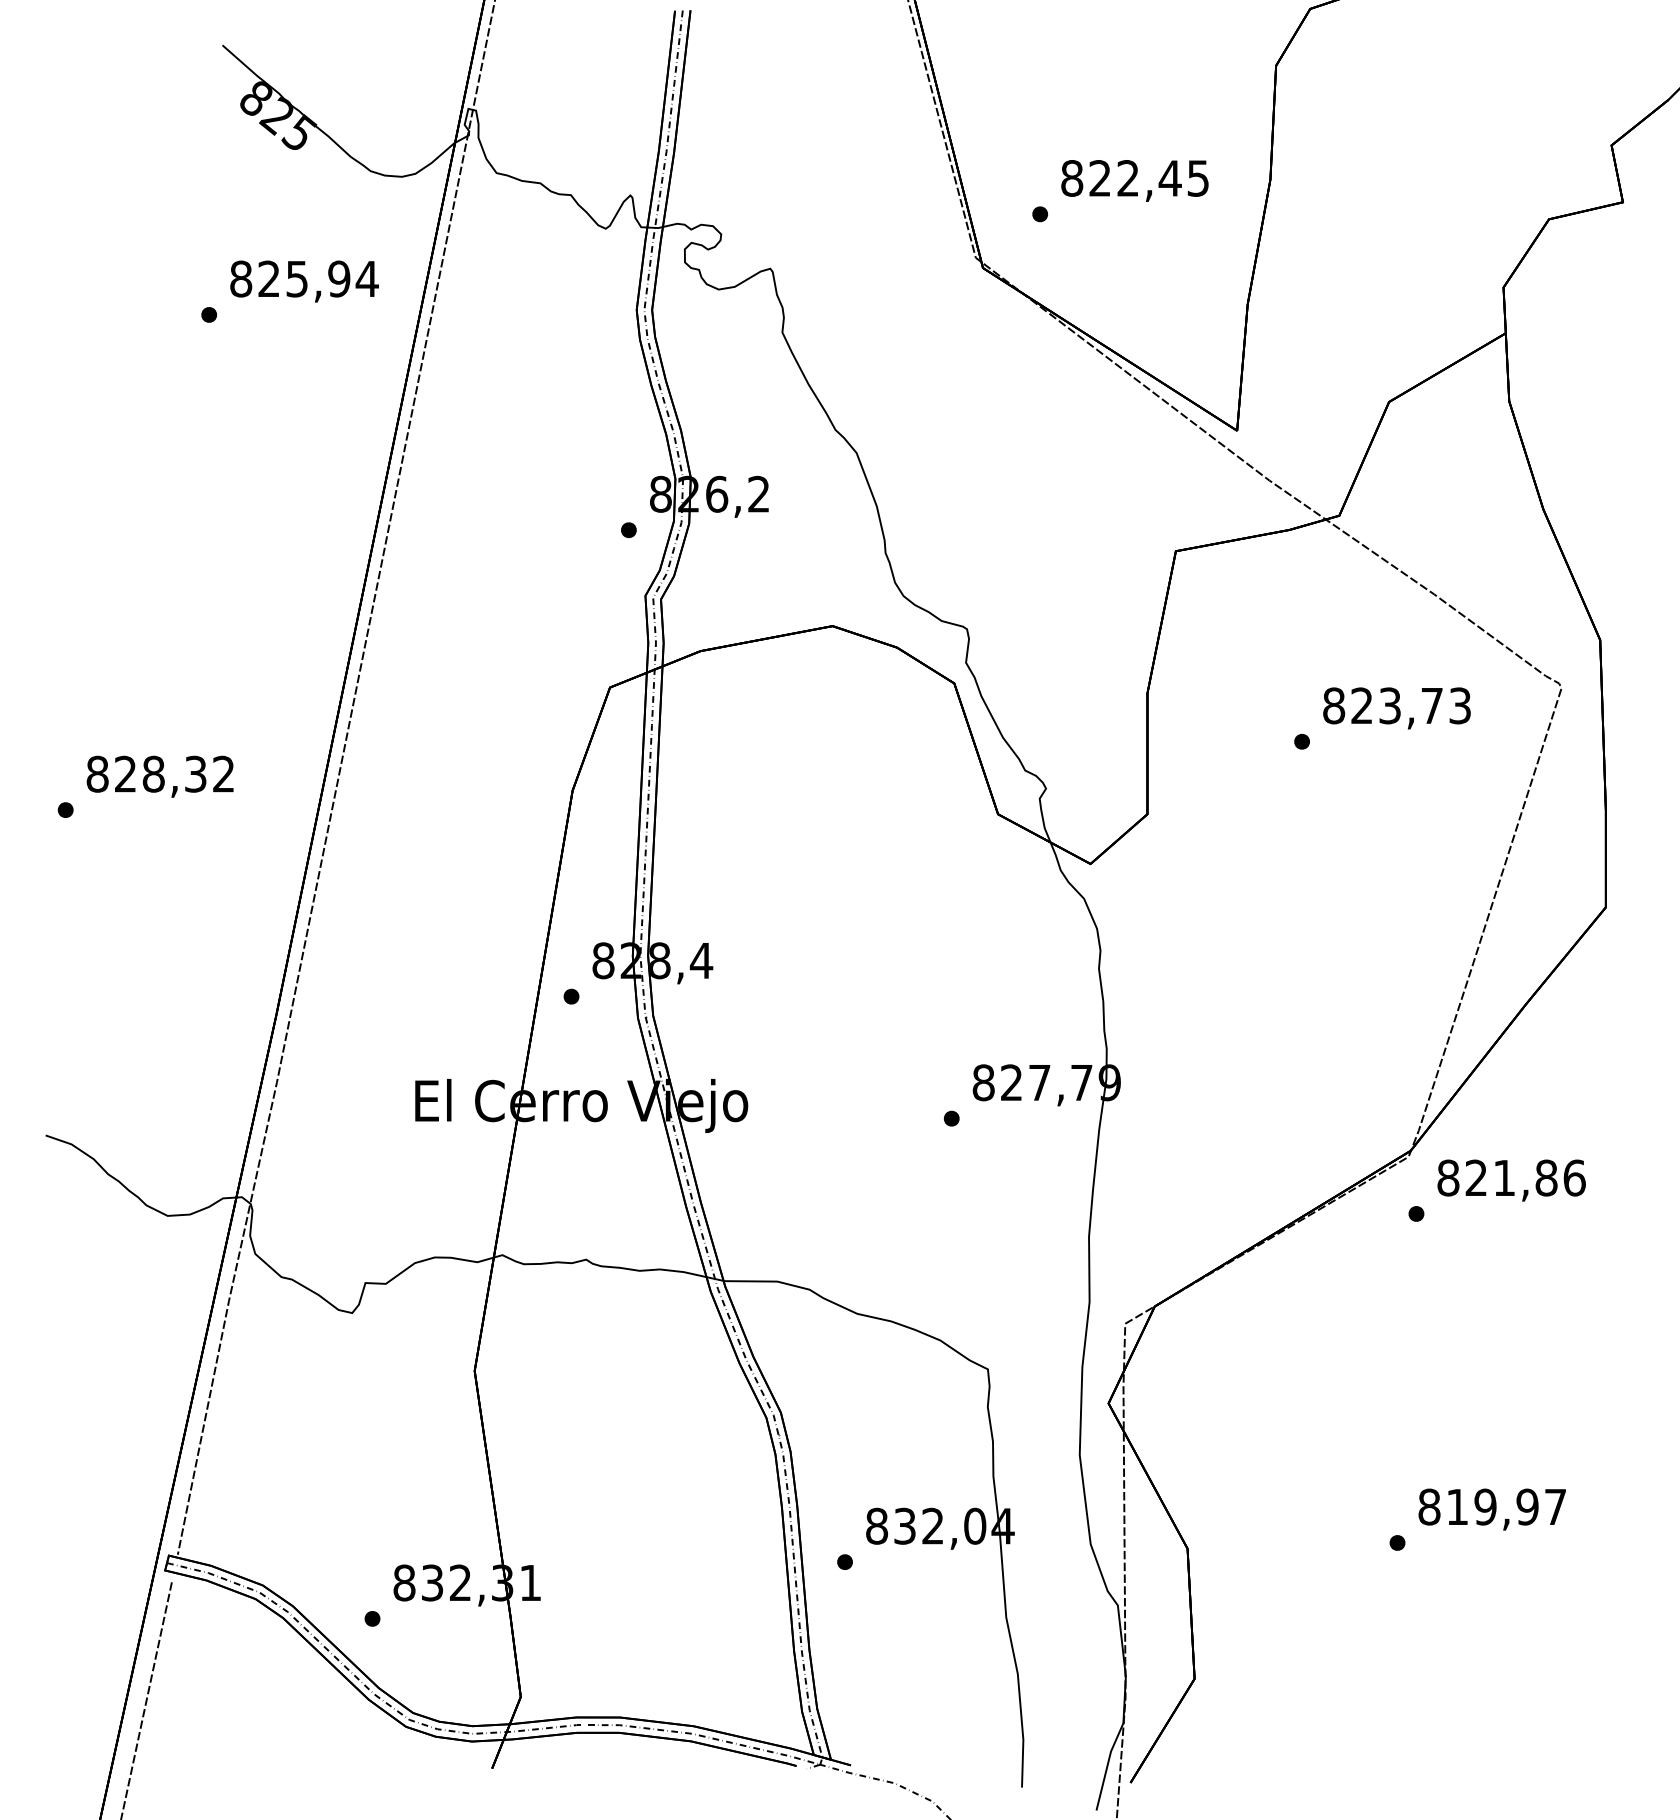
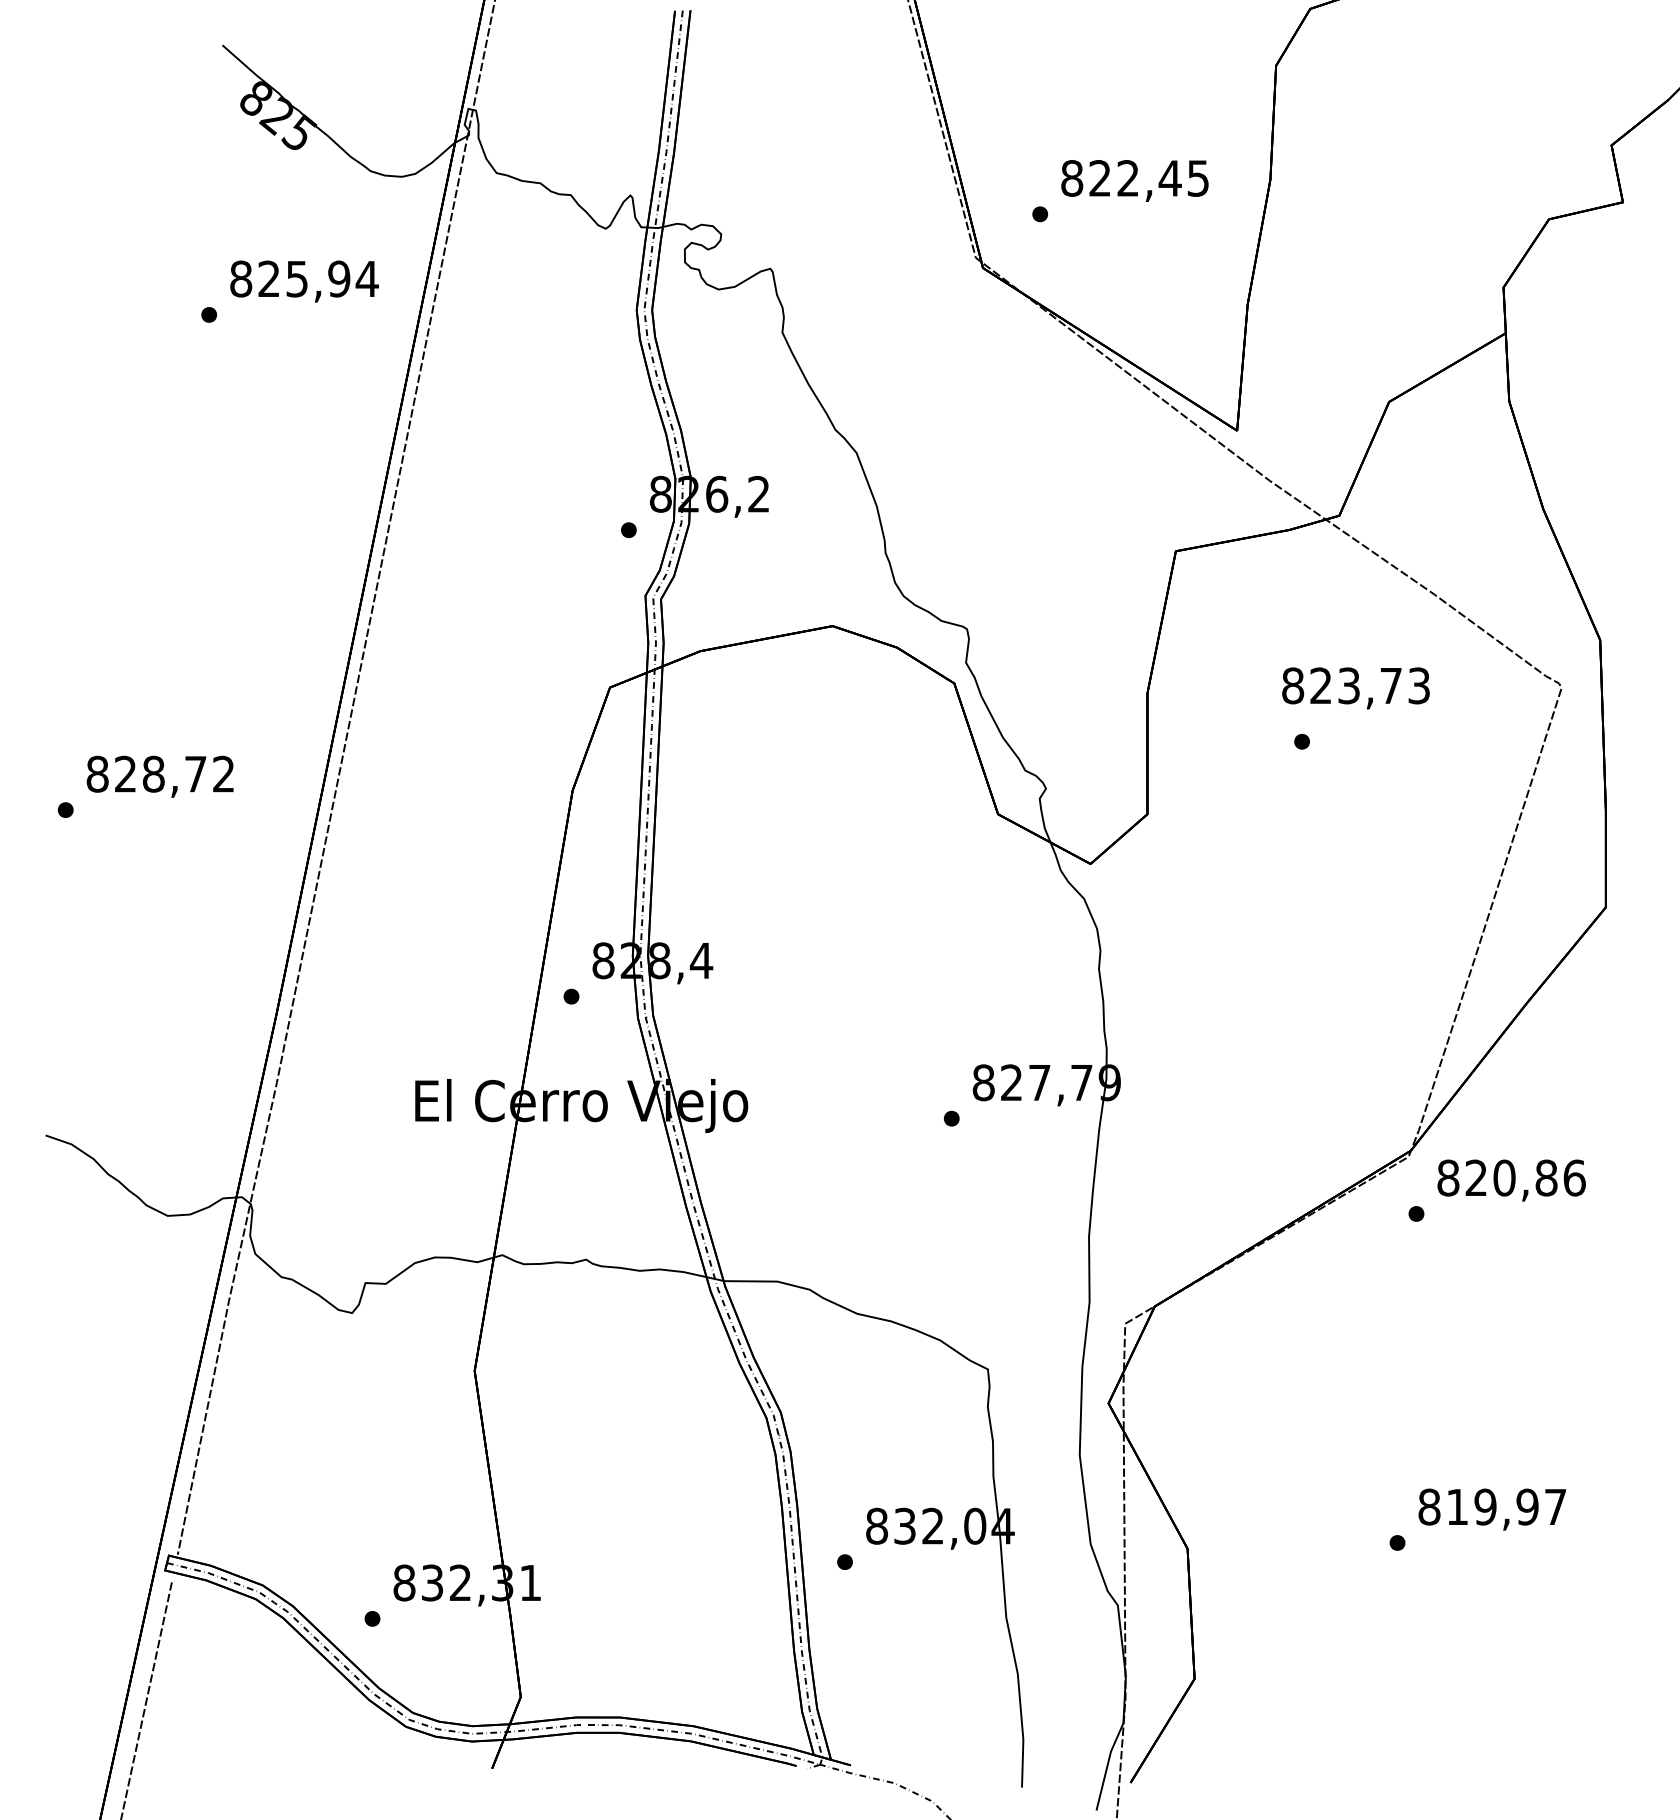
text at (1396, 708) position: (1396, 708) -> (1355, 688)
text at (195, 773): 828,32 -> 828,72
text at (1504, 1177): 821,86 -> 820,86
